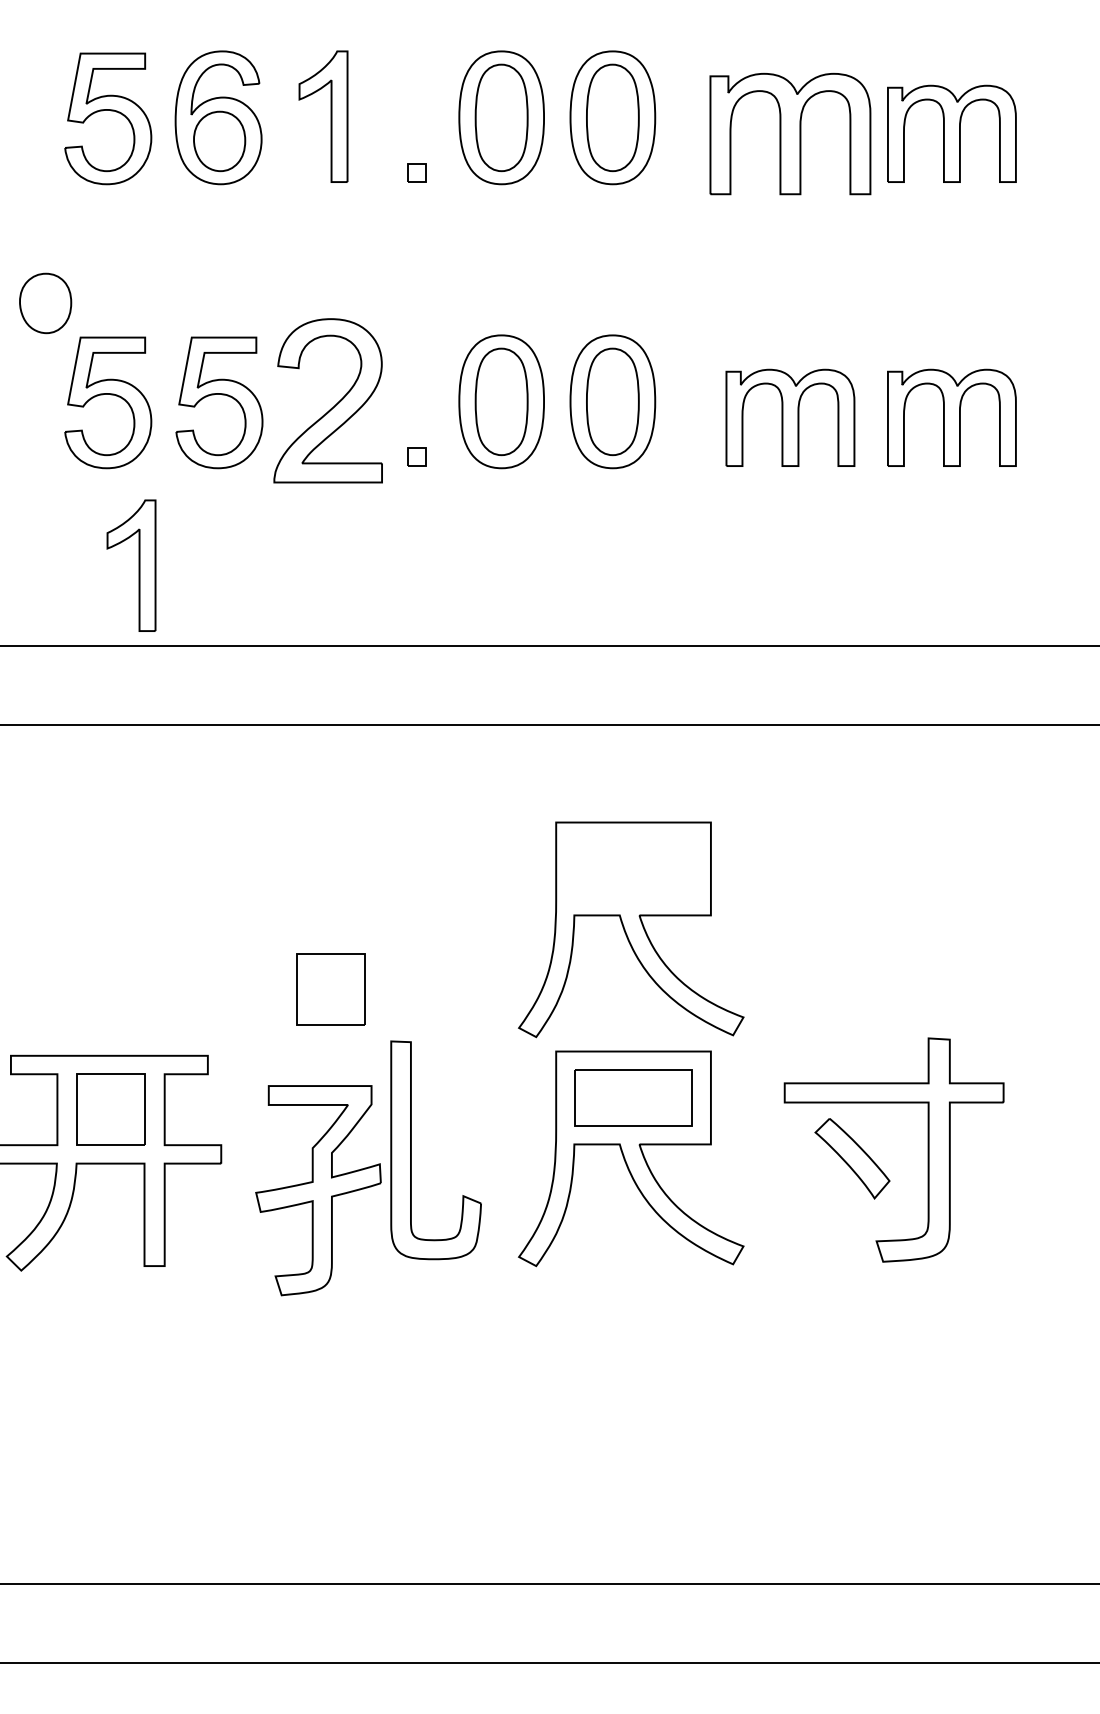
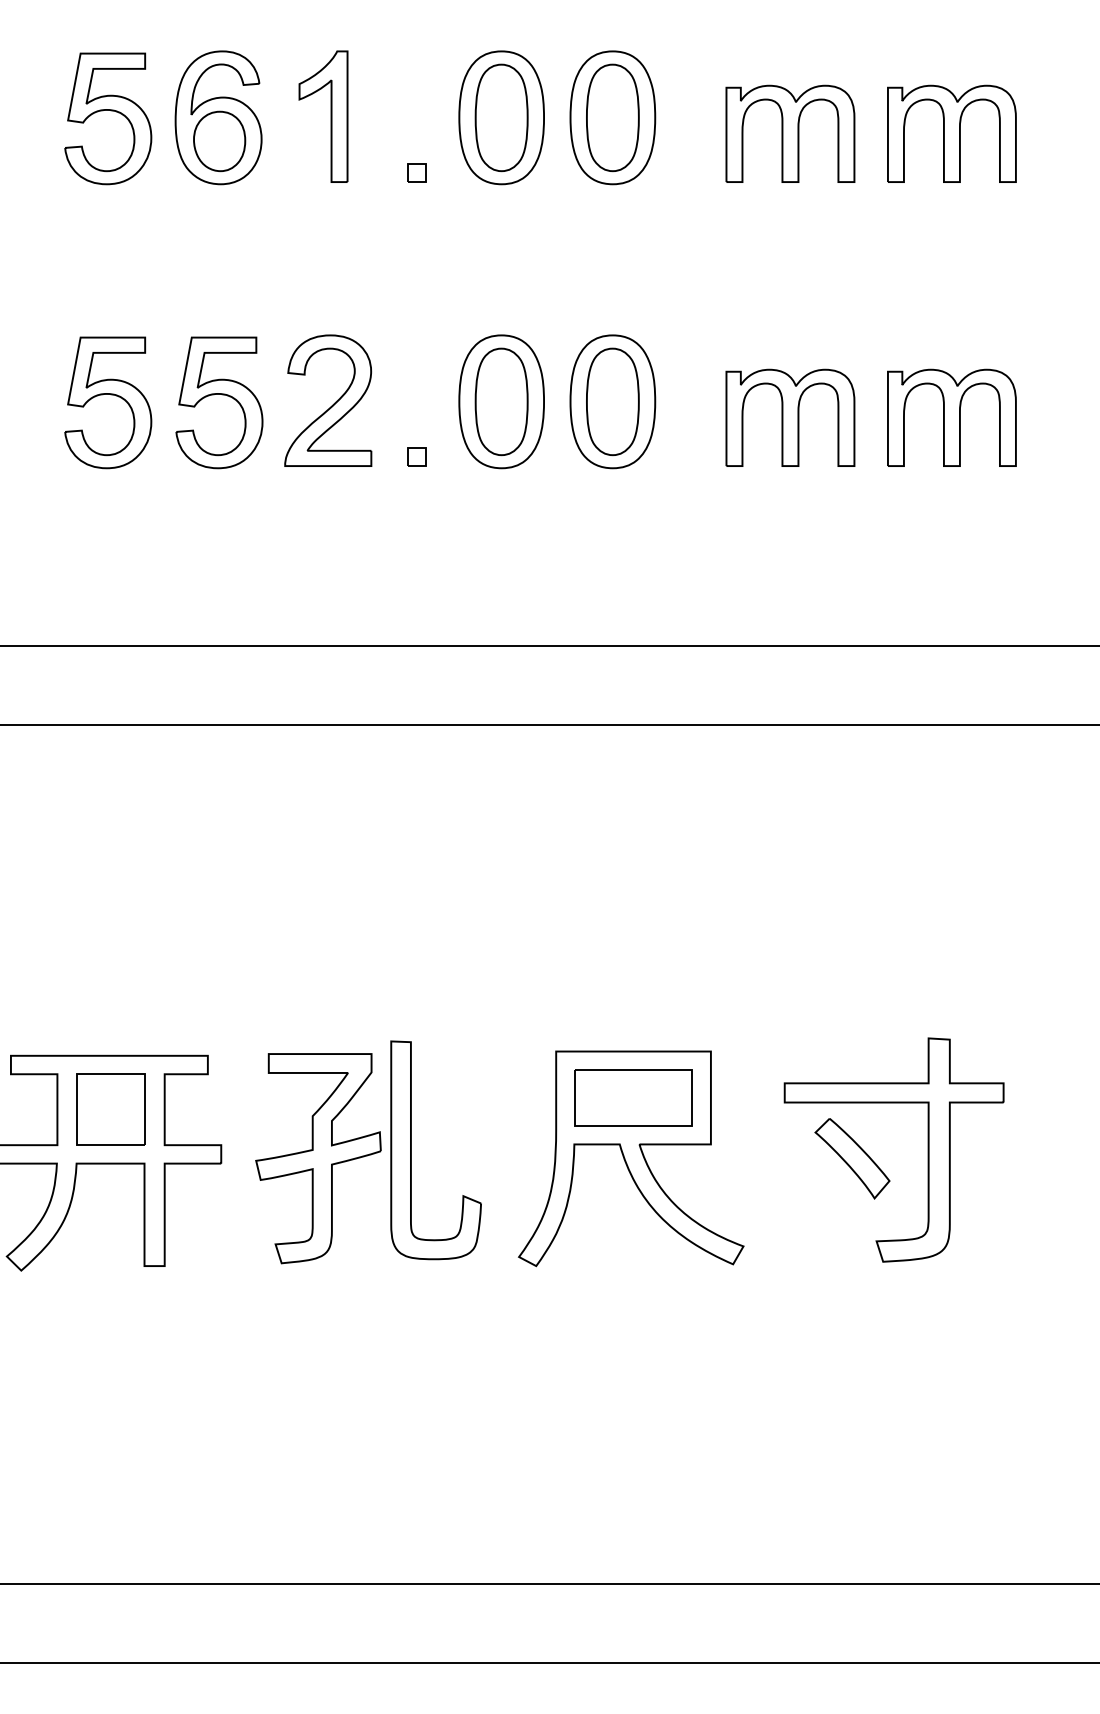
part at (790, 133) size: 163x124 px -> 131x99 px
part at (45, 303): present -> none
part at (327, 400) size: 110x166 px -> 89x133 px
part at (138, 565): present -> none
part at (631, 929): present -> none
part at (330, 989): present -> none
part at (318, 1190) position: (318, 1190) -> (318, 1158)
